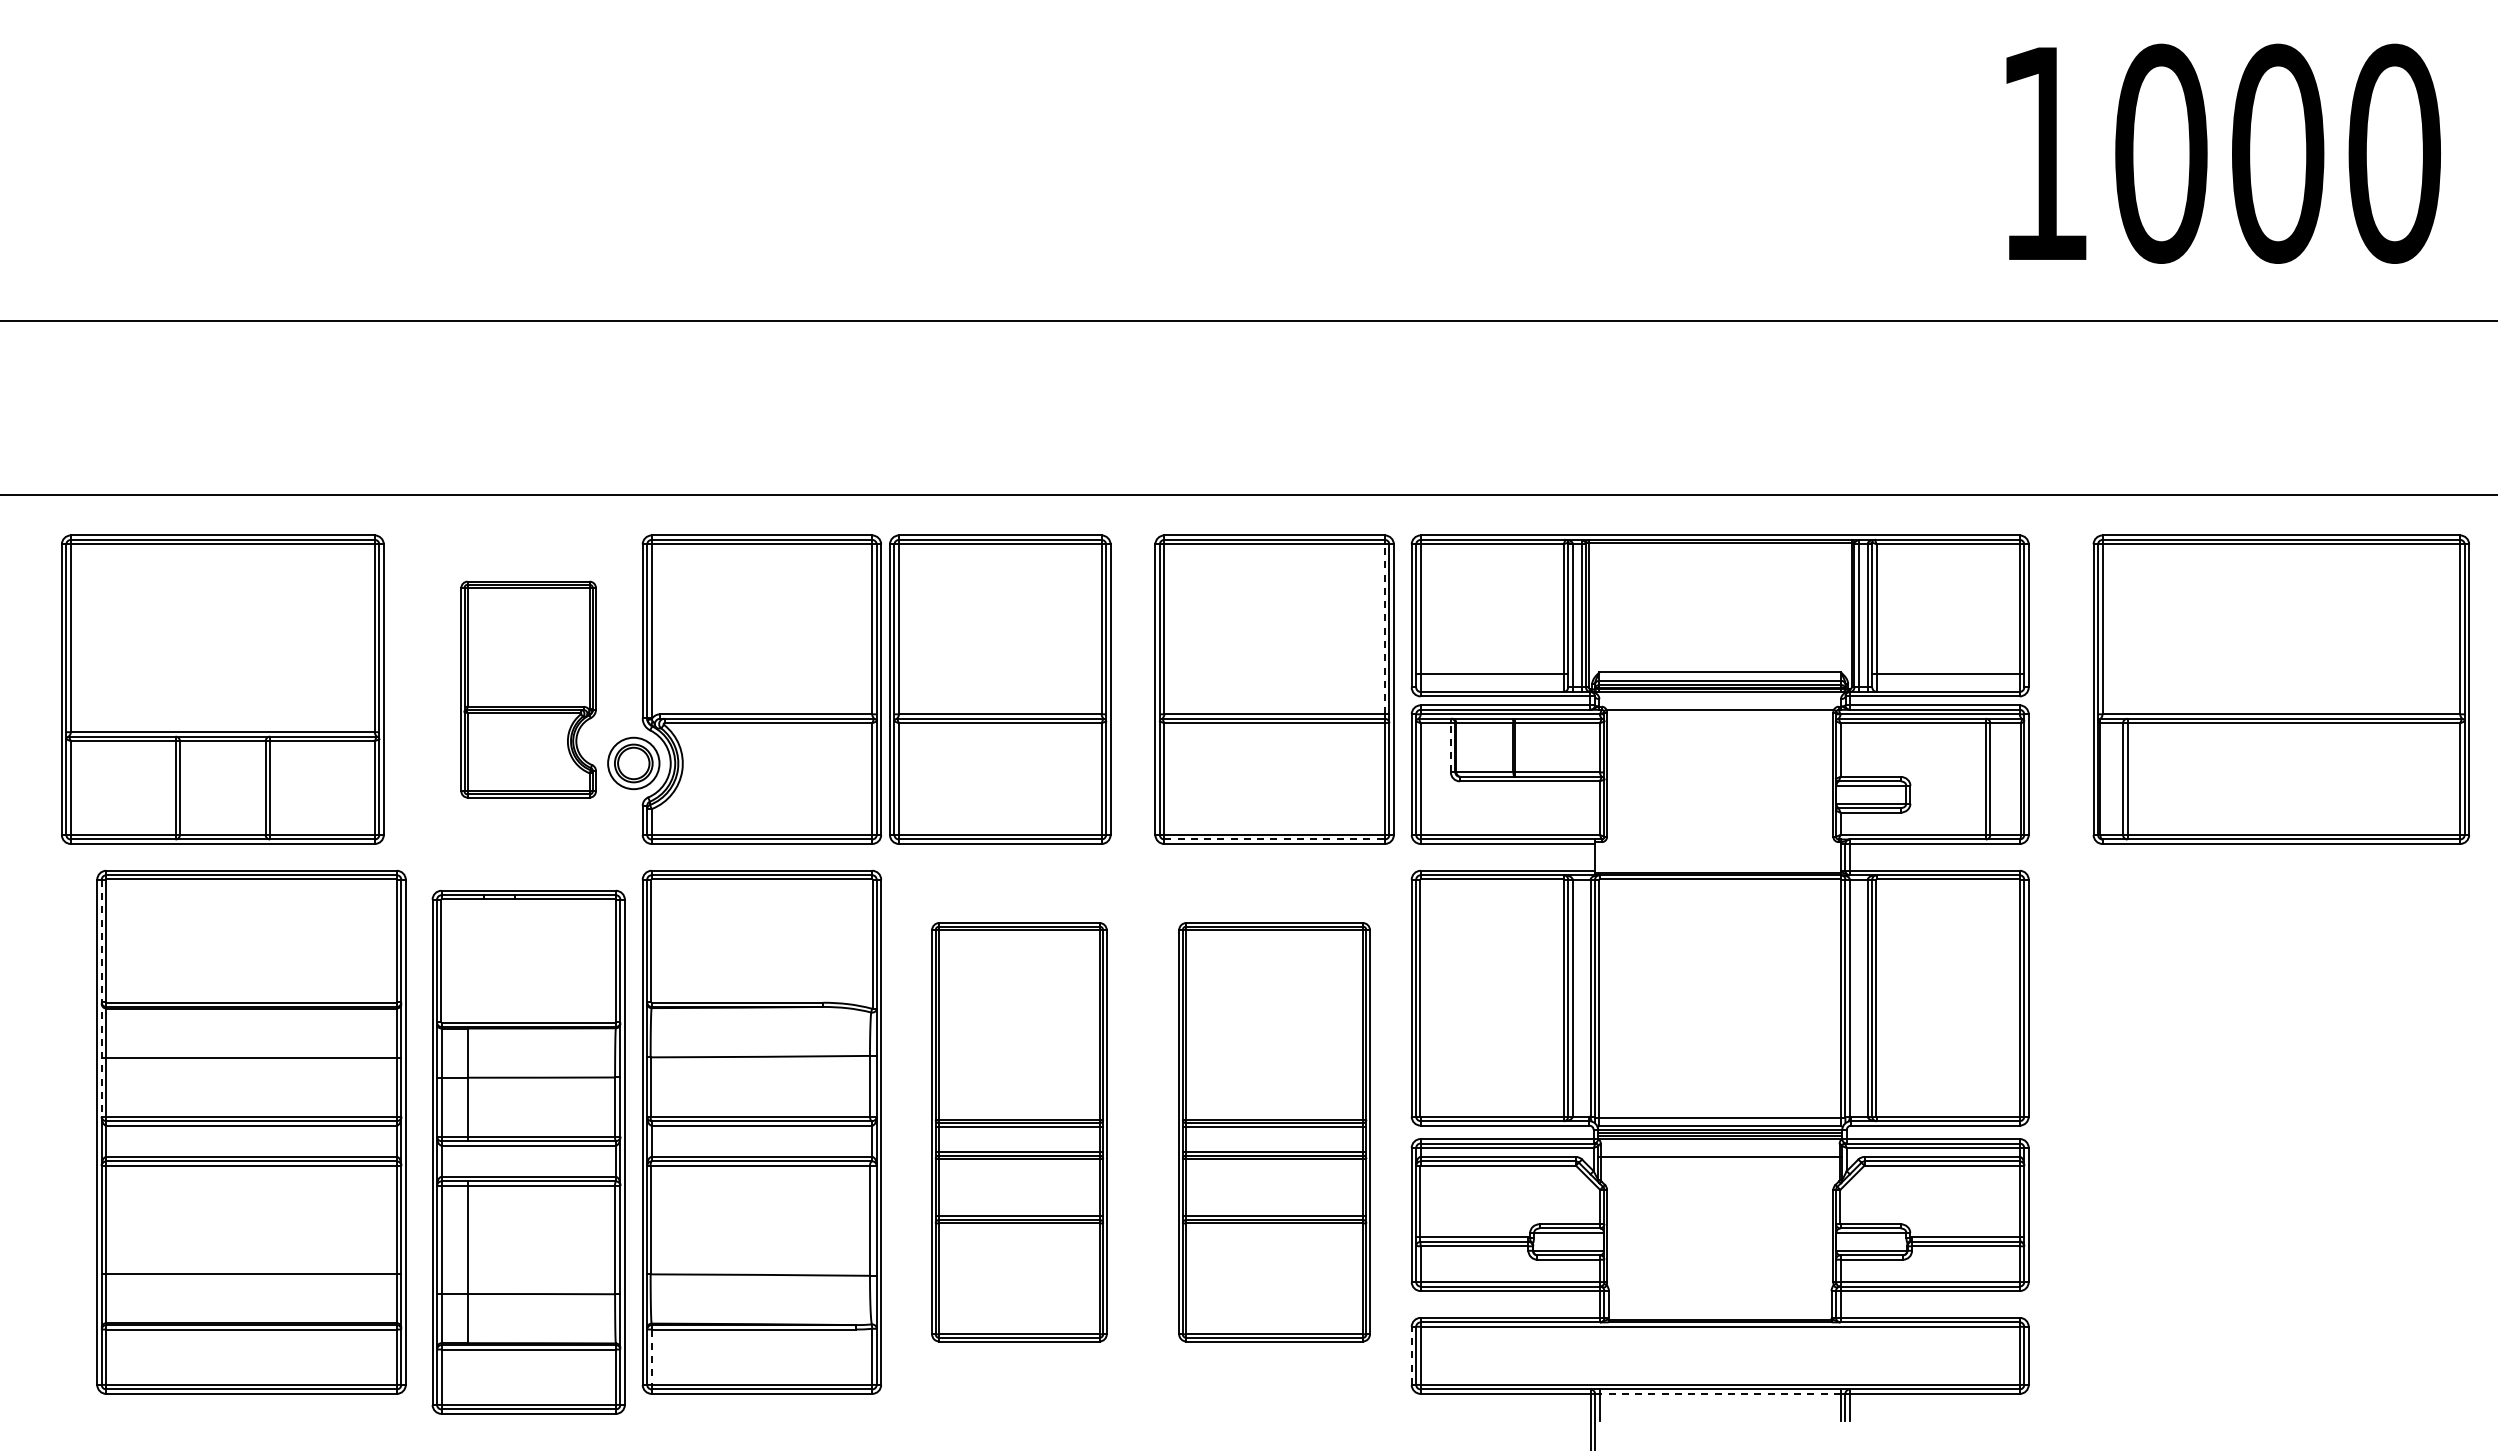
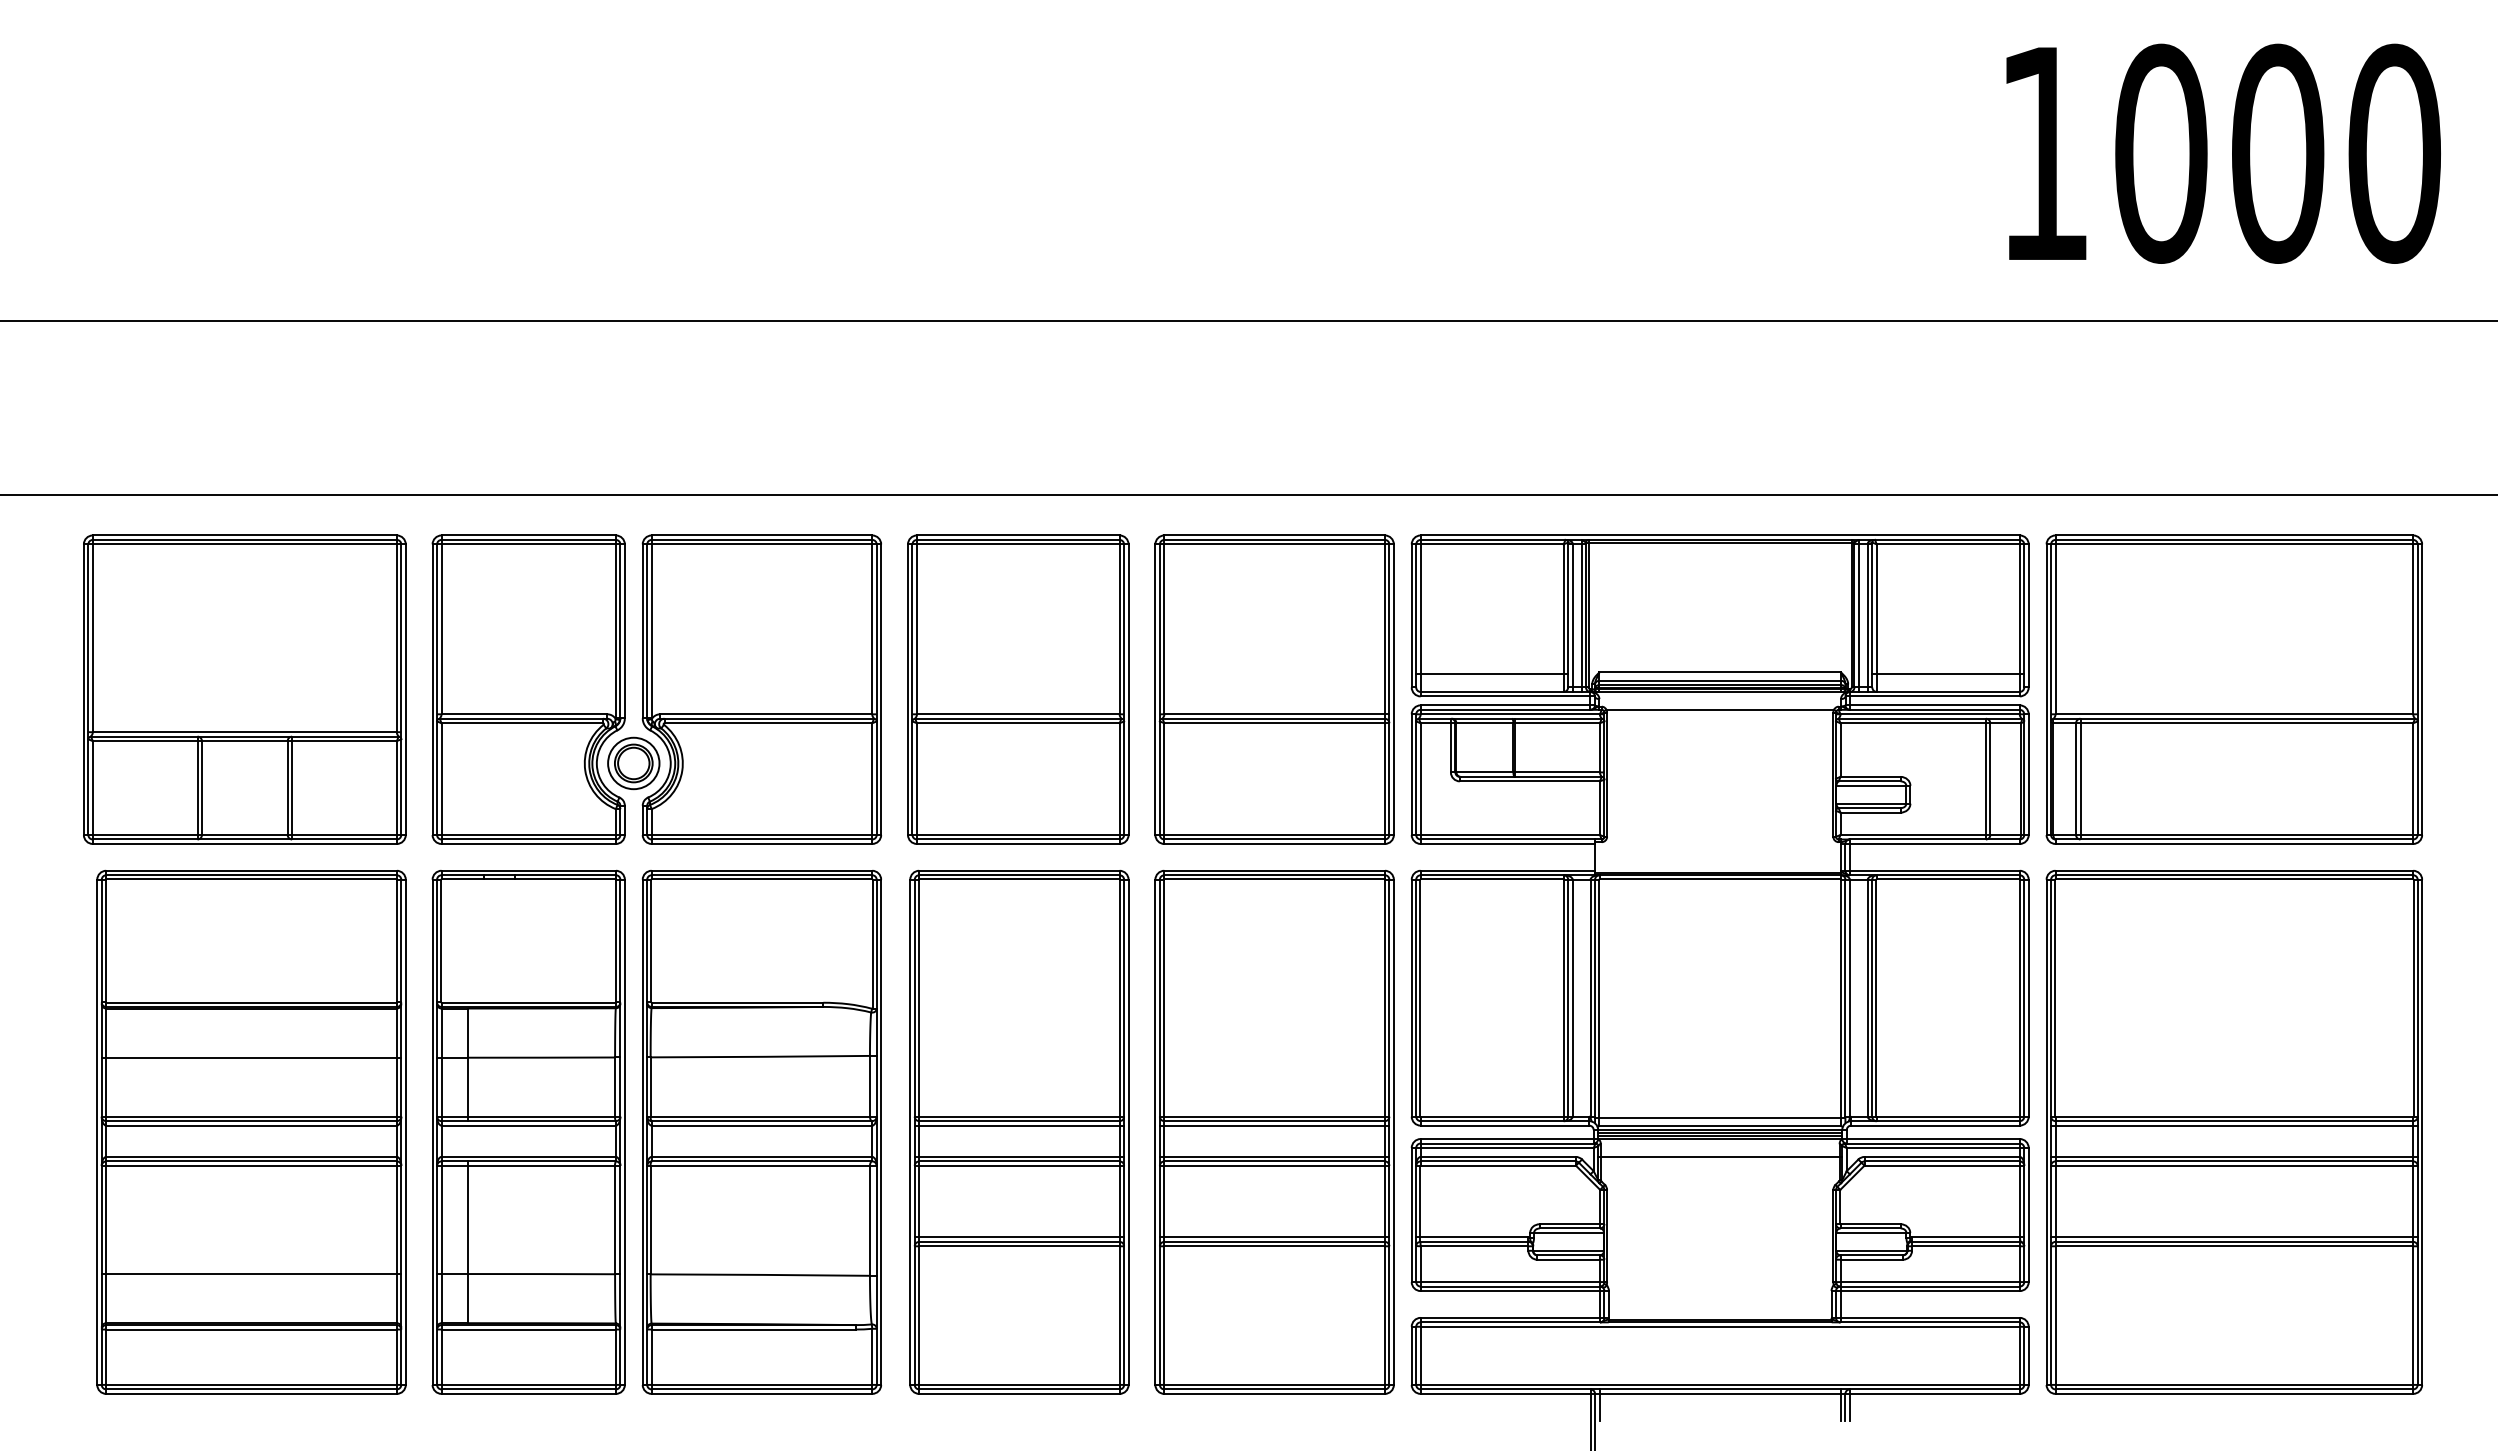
line at (1384, 629): dashed -> solid
part at (222, 689) position: (222, 689) -> (244, 689)
part at (528, 689) size: 137x219 px -> 195x311 px
part at (1000, 689) position: (1000, 689) -> (1018, 689)
part at (2280, 689) position: (2280, 689) -> (2233, 689)
line at (1450, 747): dashed -> solid
line at (1275, 839): dashed -> solid
line at (101, 998): dashed -> solid
part at (1019, 1132) size: 177x421 px -> 221x526 px
part at (1274, 1132) size: 193x421 px -> 241x526 px
part at (2233, 1132): none -> present
part at (528, 1151) position: (528, 1151) -> (528, 1131)
line at (1411, 1355): dashed -> solid
line at (651, 1357): dashed -> solid
line at (1720, 1393): dashed -> solid
